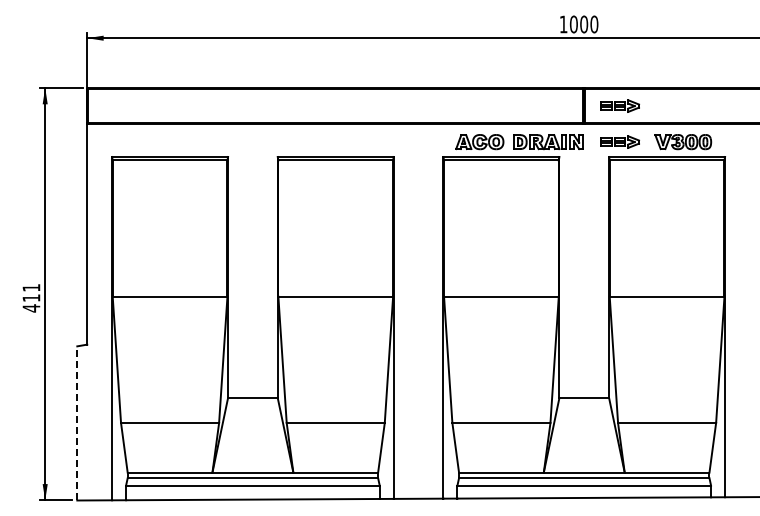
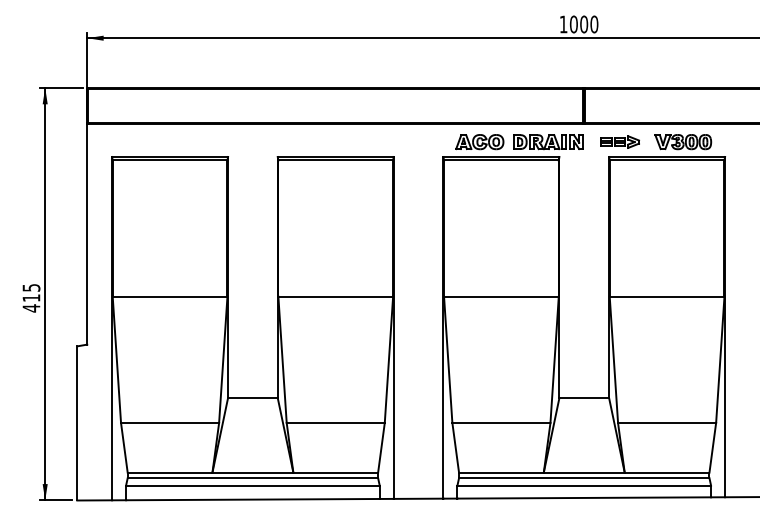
part at (619, 105): present -> none
text at (31, 287): 411 -> 415
line at (77, 422): dashed -> solid
